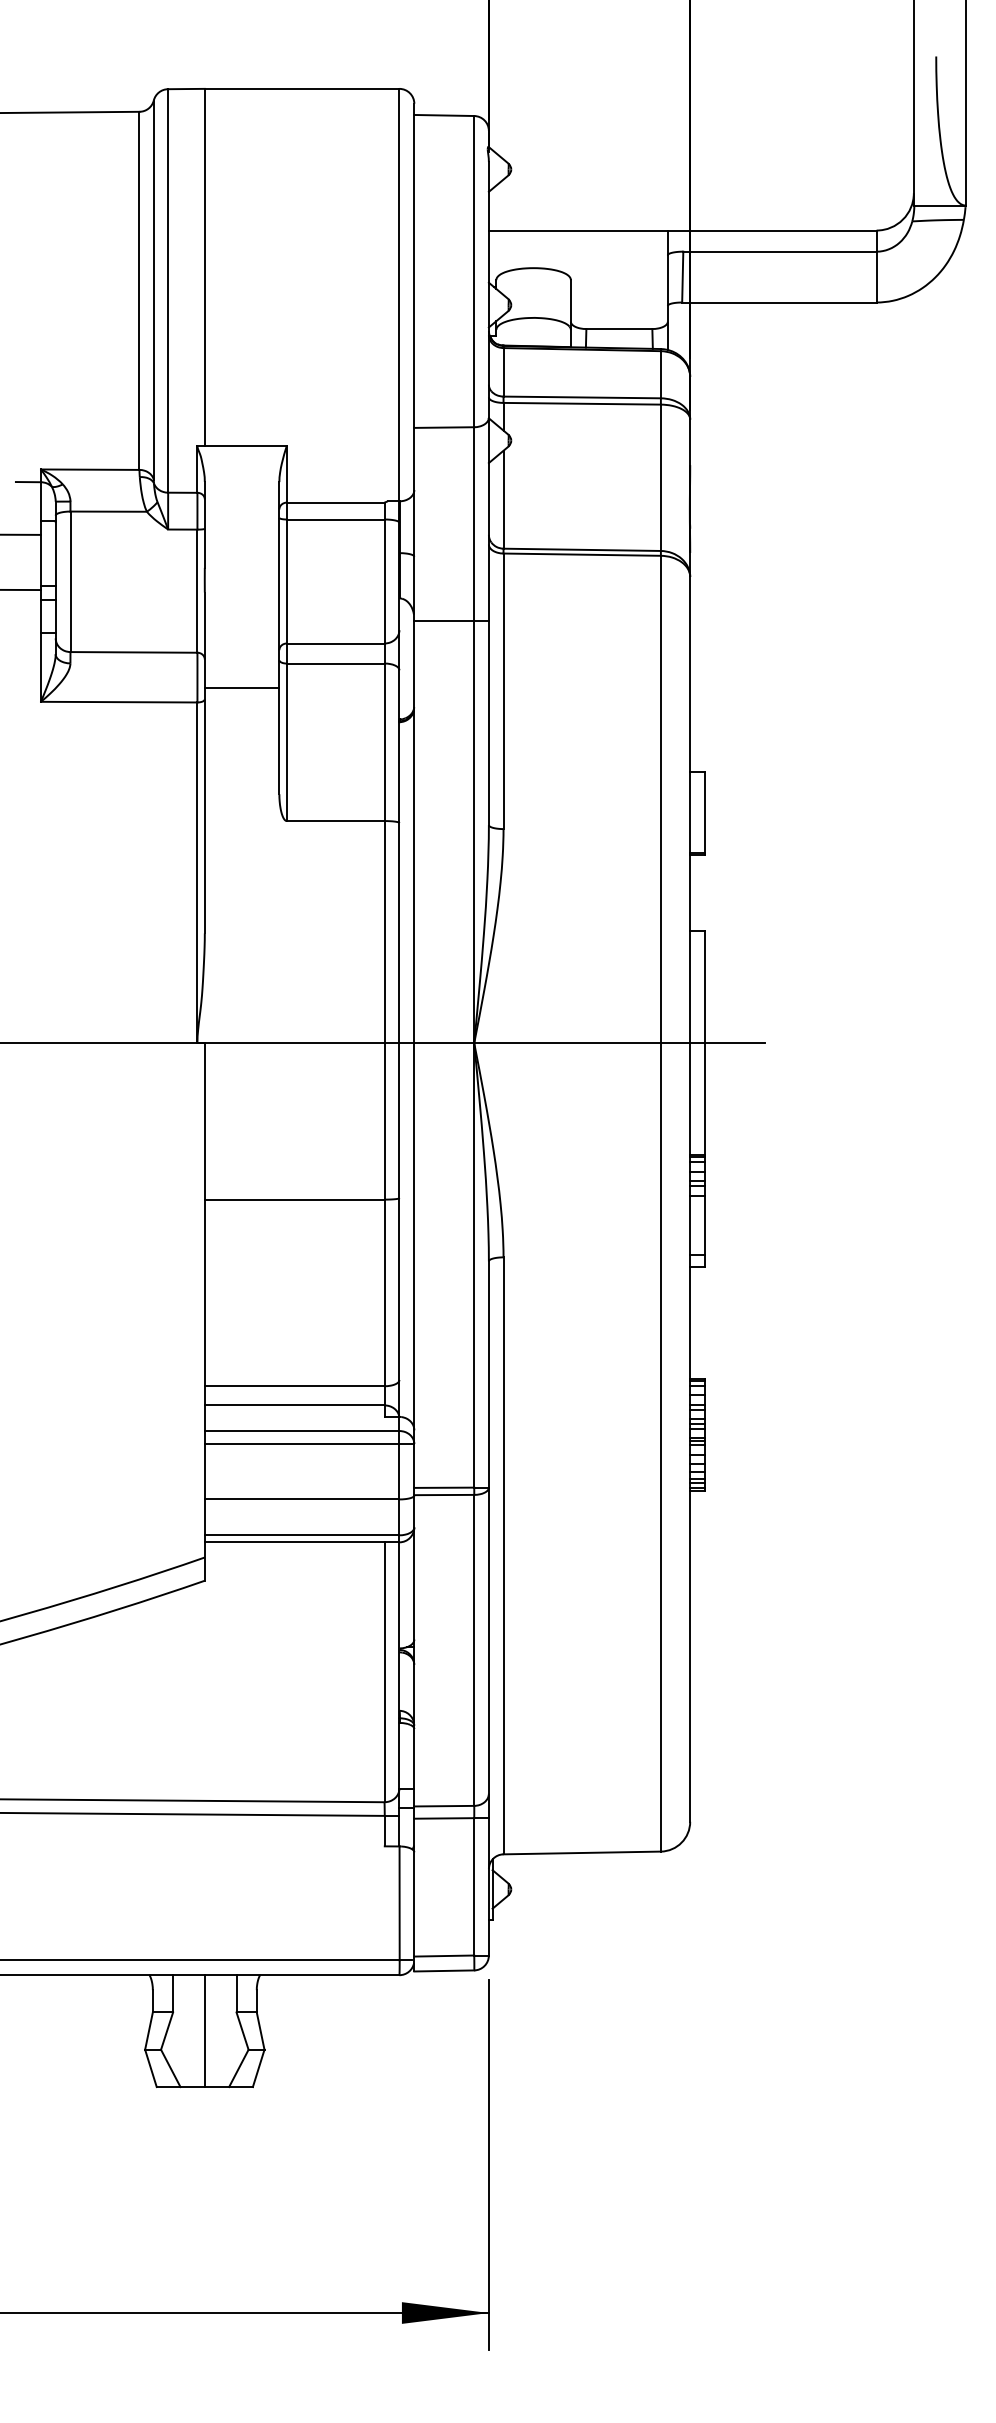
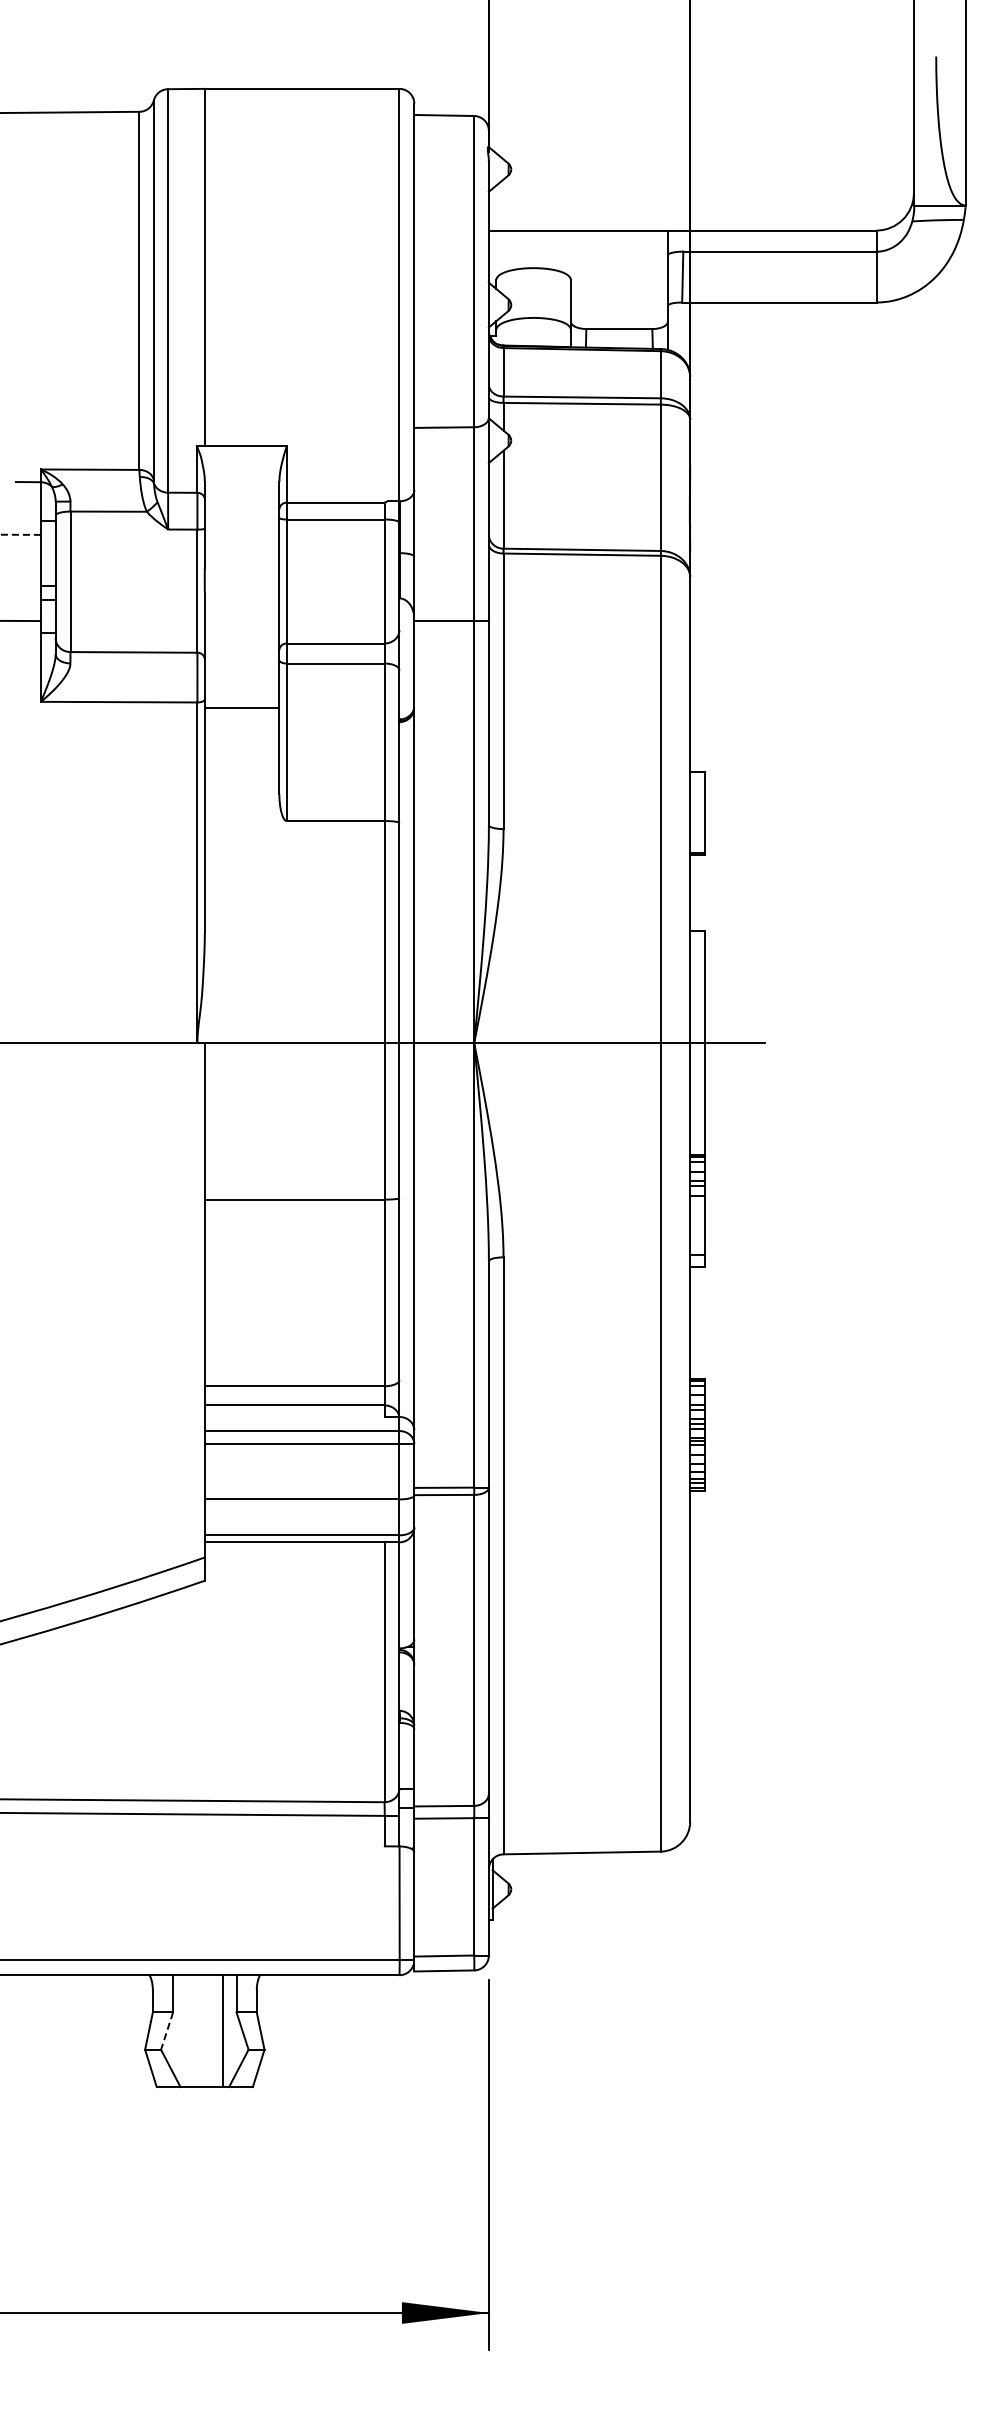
line at (19, 534): solid -> dashed
line at (21, 589) position: (21, 589) -> (21, 620)
line at (241, 688) position: (241, 688) -> (241, 708)
line at (167, 2031): solid -> dashed
line at (204, 2031) position: (204, 2031) -> (222, 2031)
